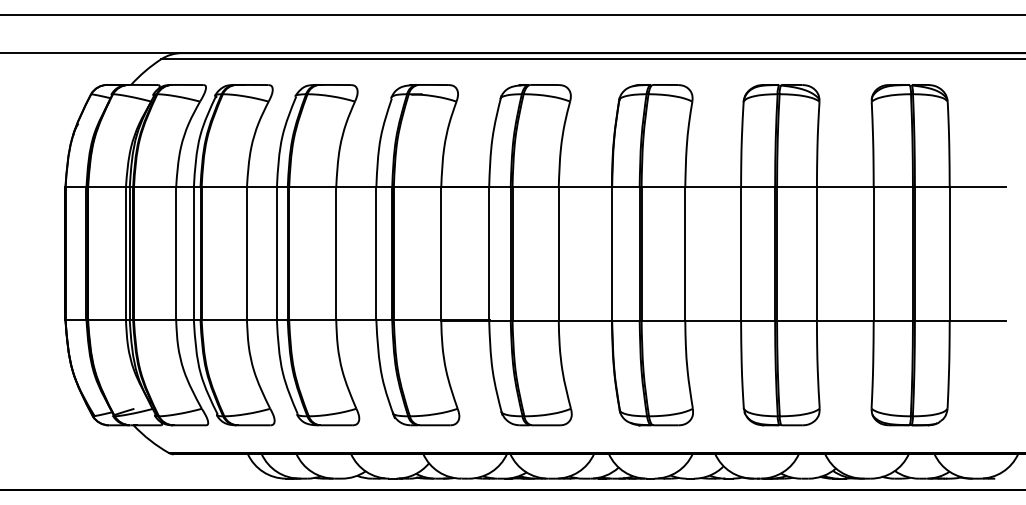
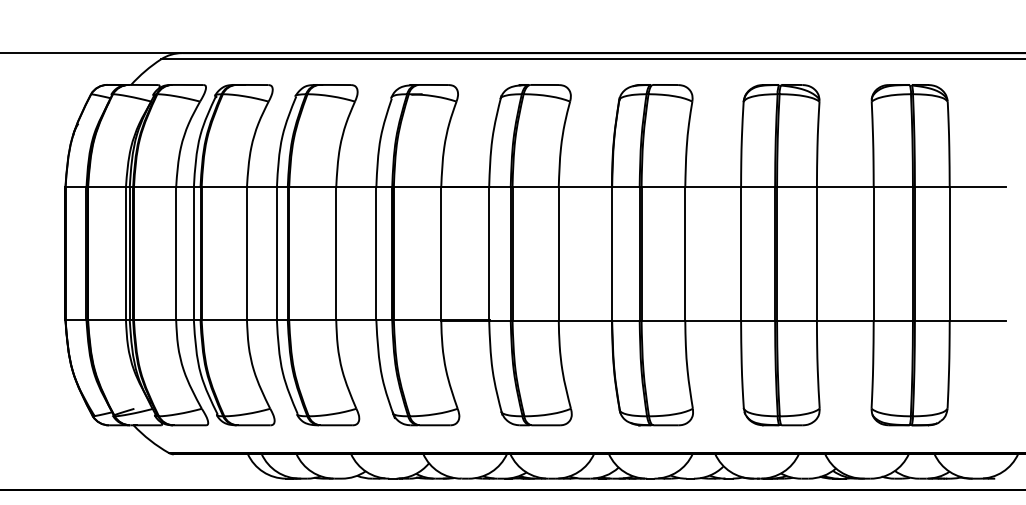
line at (512, 15): present -> none
